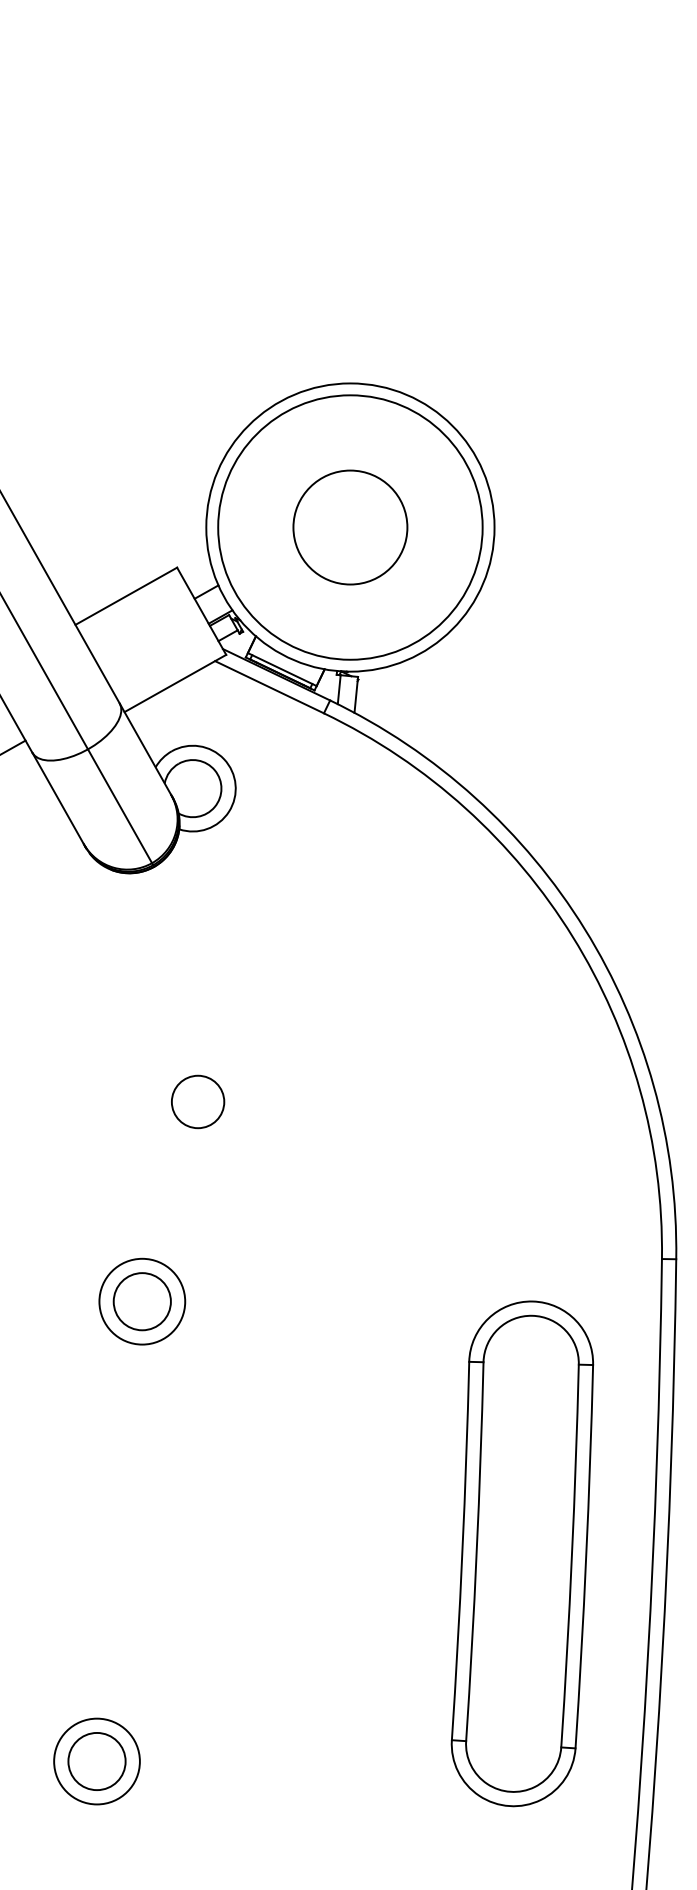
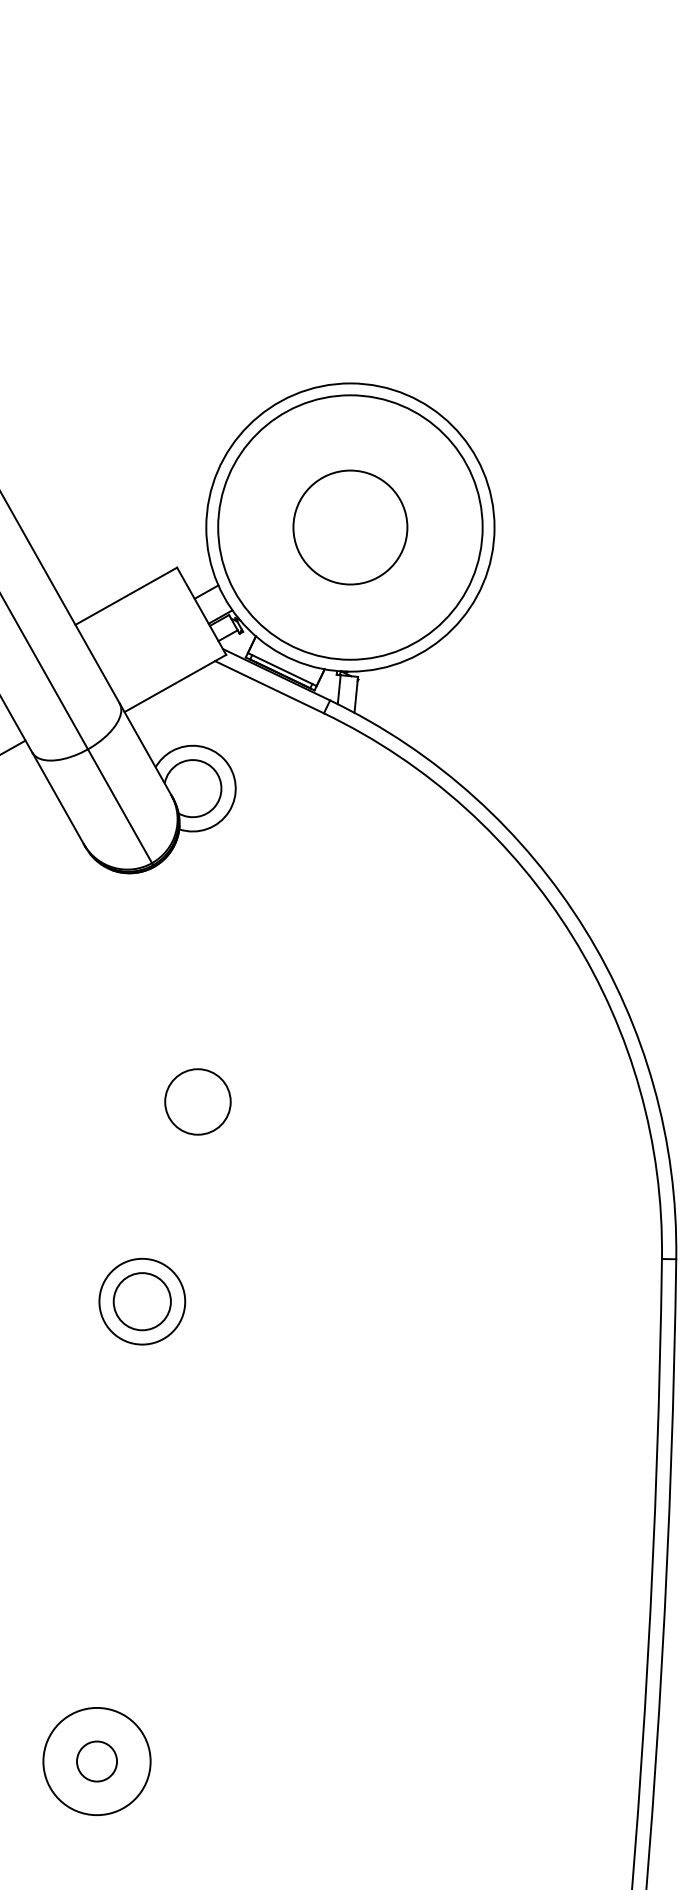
circle at (198, 1101) size: 55x56 px -> 68x68 px
part at (522, 1553): present -> none
circle at (96, 1761) diameter: 57 px -> 40 px
circle at (96, 1761) diameter: 86 px -> 107 px
